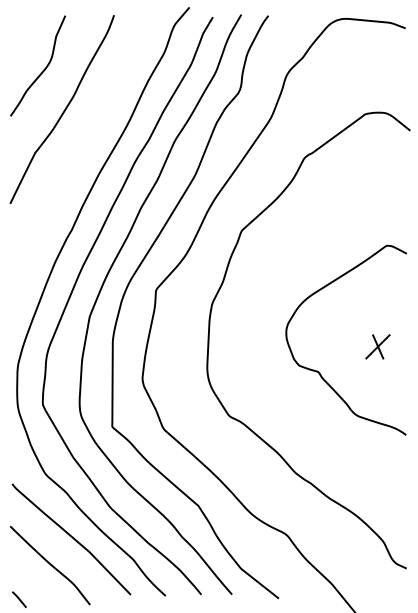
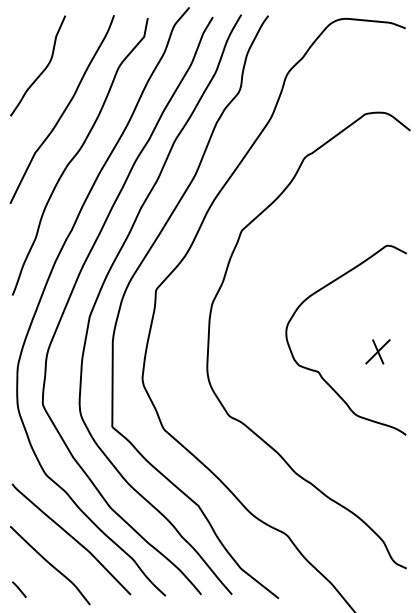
curve at (78, 153): none -> present
part at (377, 346) position: (377, 346) -> (377, 351)
line at (19, 599) position: (19, 599) -> (19, 589)
